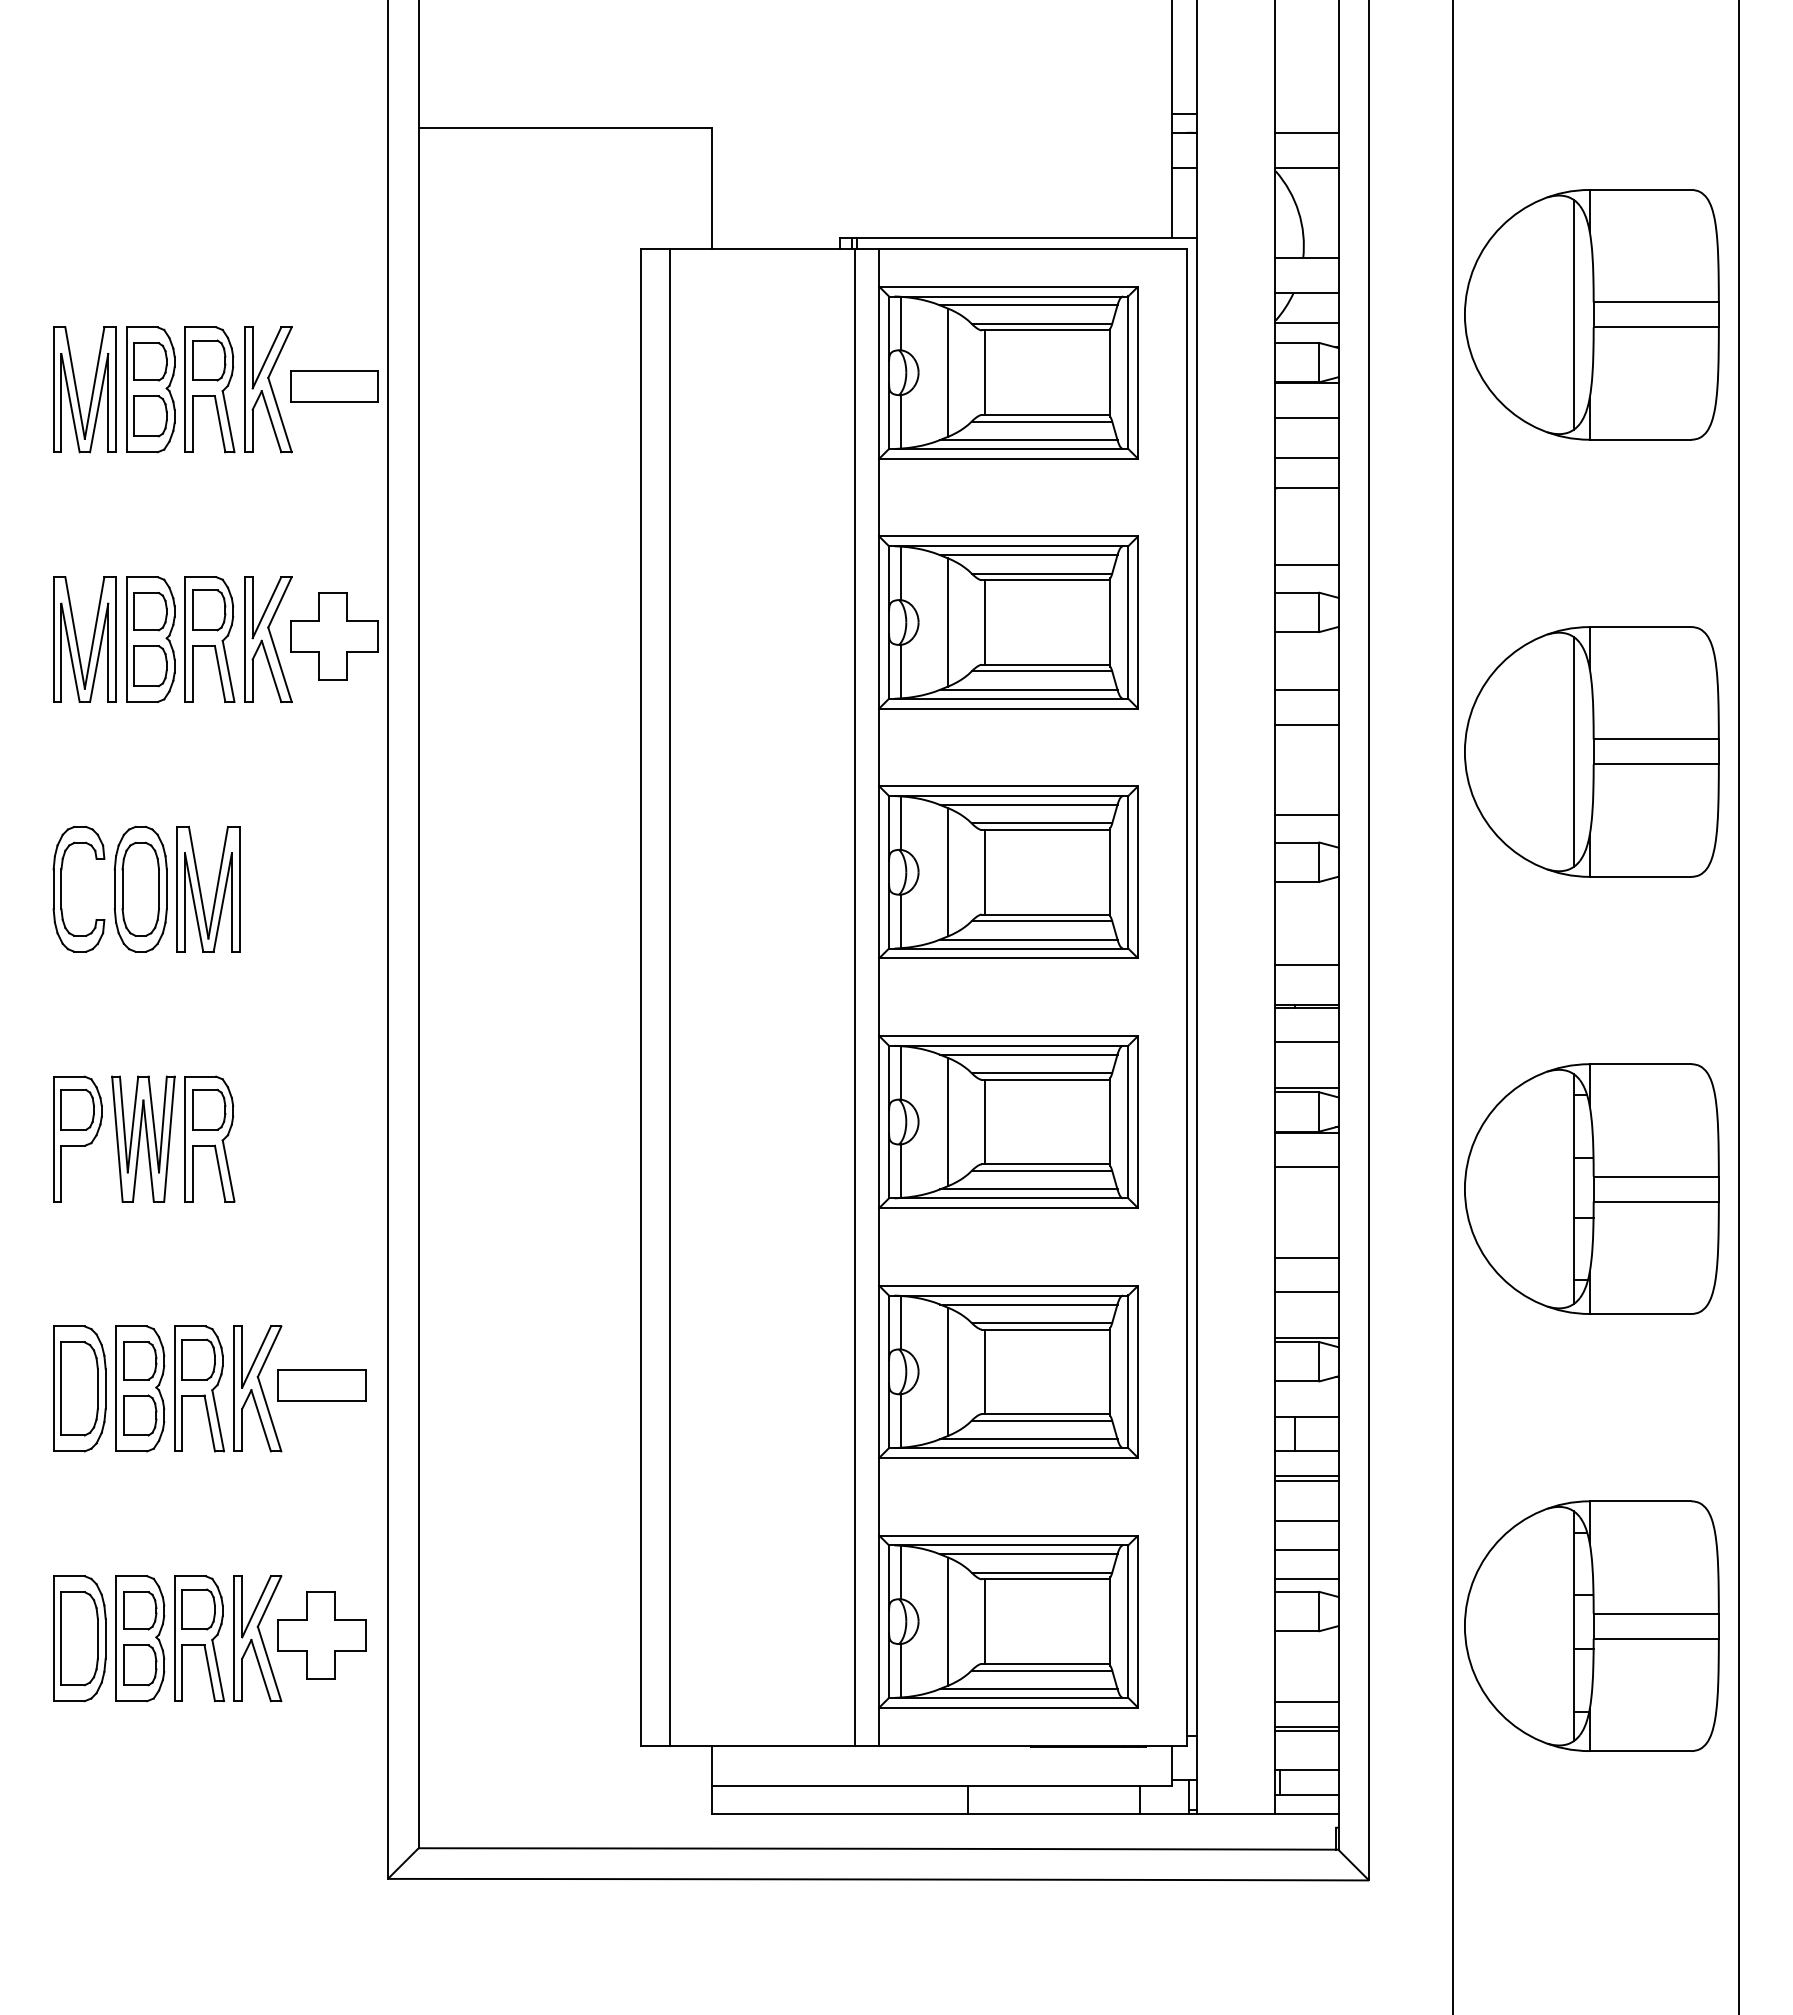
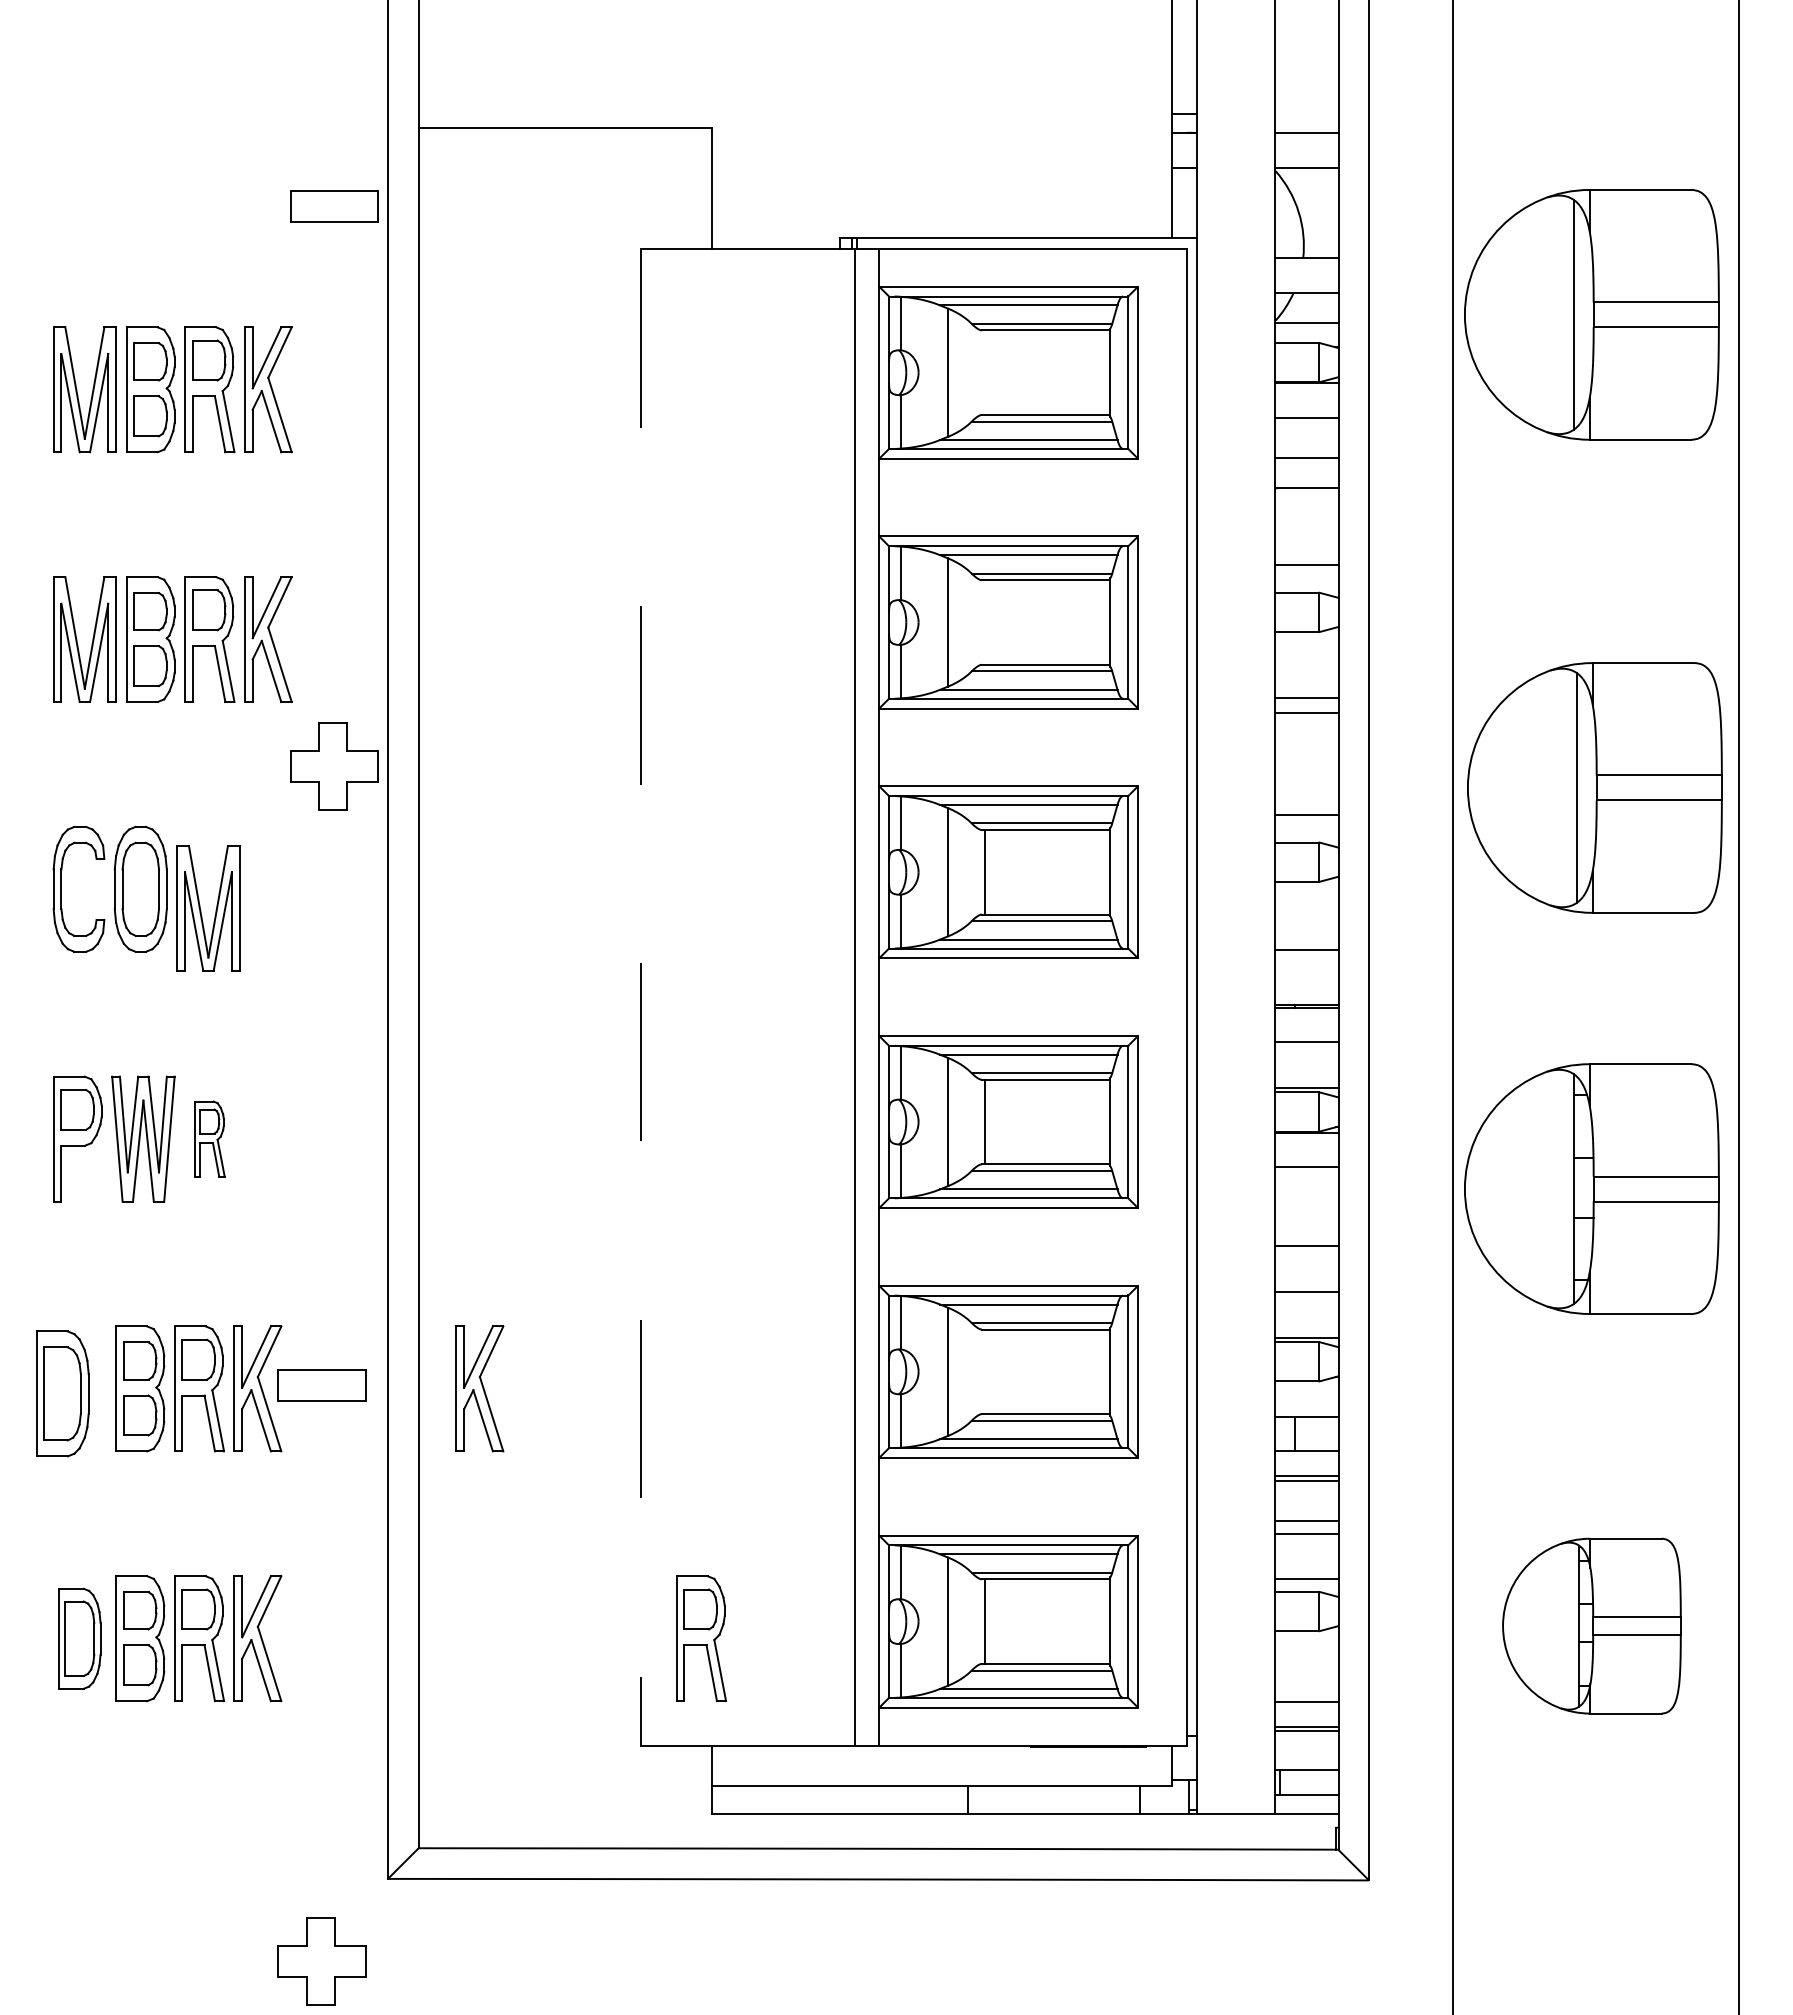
line at (984, 372): present -> none
part at (334, 386) position: (334, 386) -> (334, 206)
line at (984, 622): present -> none
part at (334, 636) position: (334, 636) -> (334, 766)
line at (1306, 690) position: (1306, 690) -> (1306, 713)
line at (1306, 724) position: (1306, 724) -> (1306, 697)
part at (1591, 751) position: (1591, 751) -> (1594, 787)
part at (201, 891) position: (201, 891) -> (201, 910)
line at (1306, 965) position: (1306, 965) -> (1306, 950)
line at (670, 997): present -> none
line at (640, 998): solid -> dashed
part at (209, 1138) size: 52x128 px -> 32x78 px
line at (1306, 1257) position: (1306, 1257) -> (1306, 1245)
line at (984, 1371): present -> none
part at (79, 1388) position: (79, 1388) -> (62, 1393)
part at (479, 1388): none -> present
line at (1306, 1549) position: (1306, 1549) -> (1306, 1533)
part at (1591, 1625) size: 256x252 px -> 180x178 px
part at (321, 1635) position: (321, 1635) -> (321, 1961)
part at (79, 1638) size: 54x128 px -> 44x103 px
part at (701, 1638): none -> present
